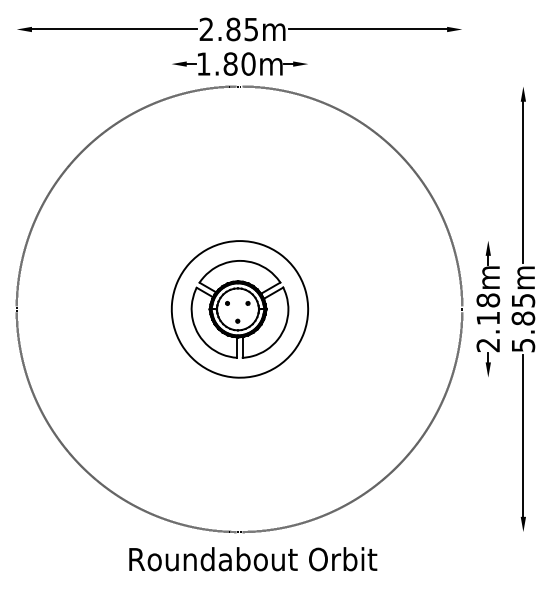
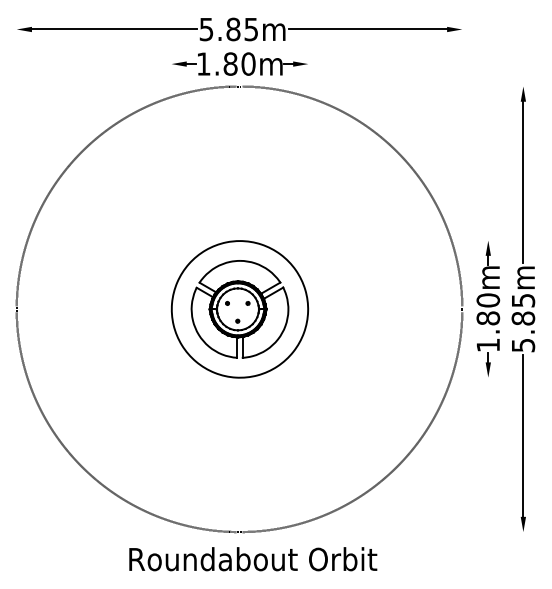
text at (206, 29): 2.85m -> 5.85m
text at (488, 322): 2.18m -> 1.80m
